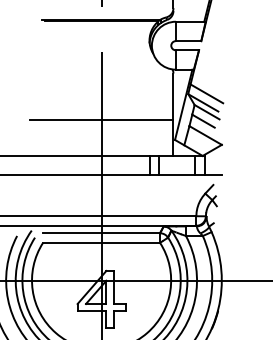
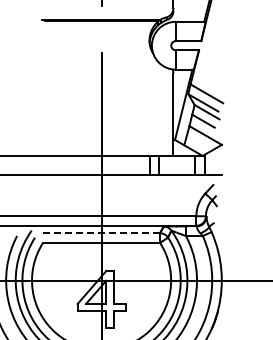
line at (101, 120): present -> none
line at (102, 233): solid -> dashed
